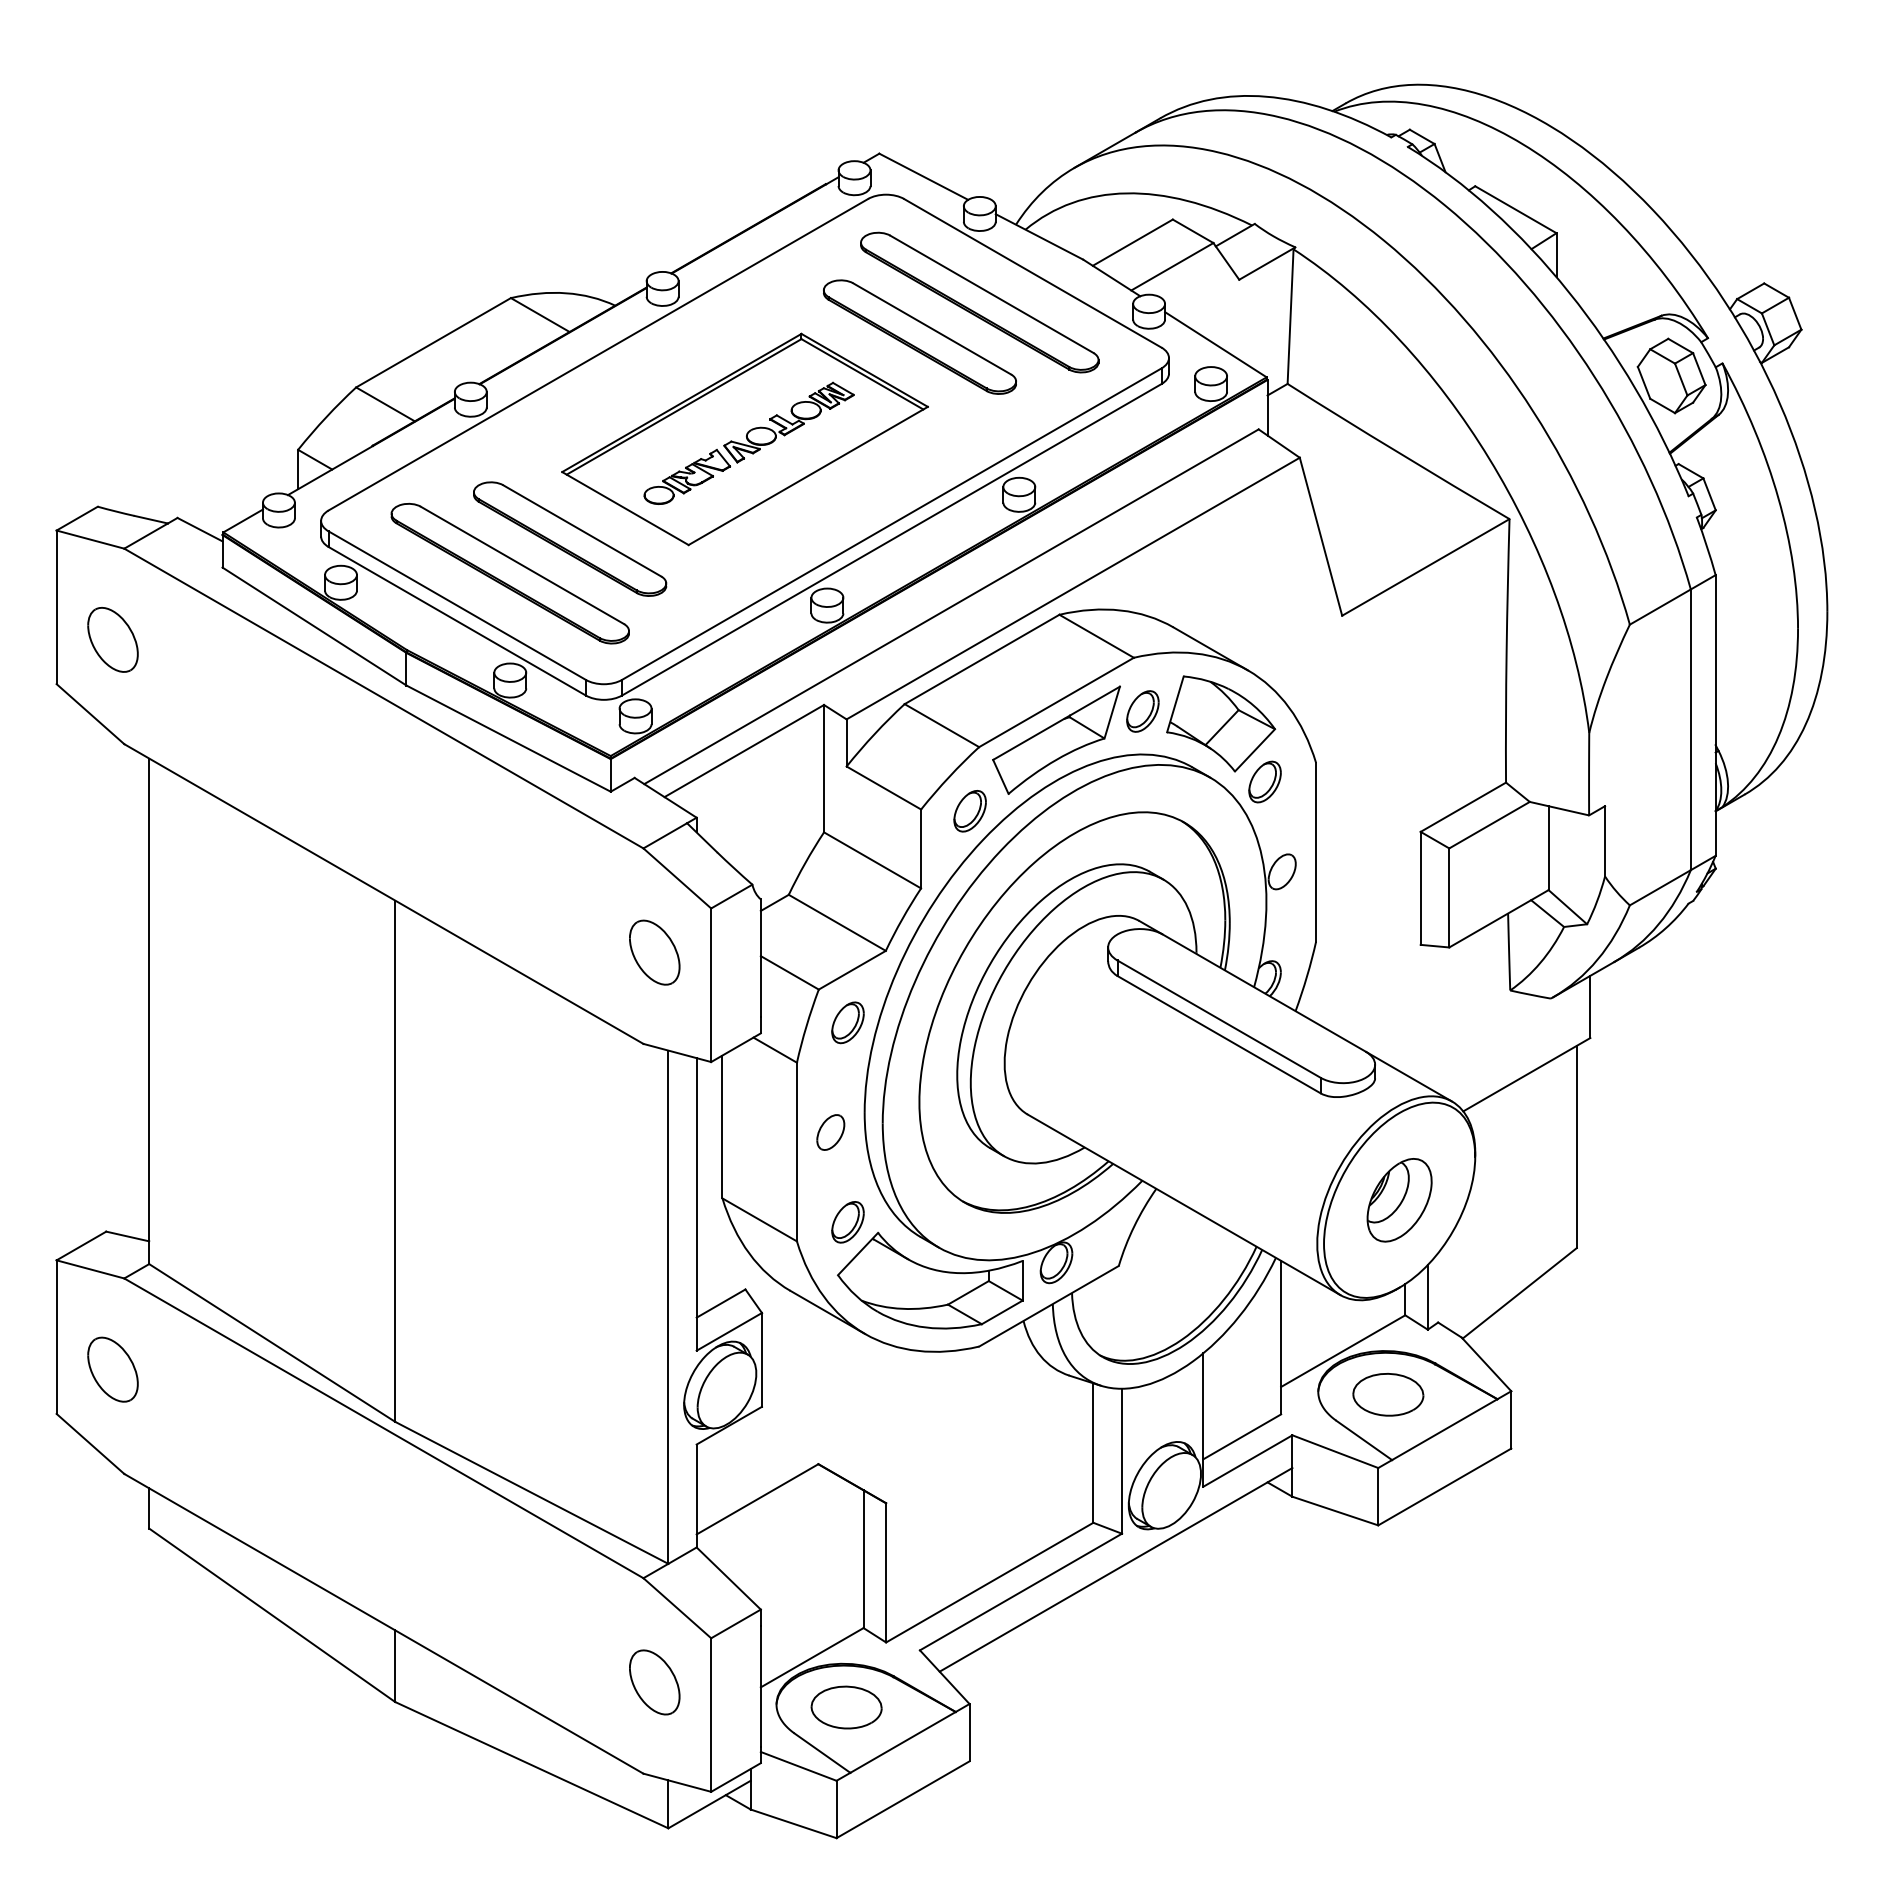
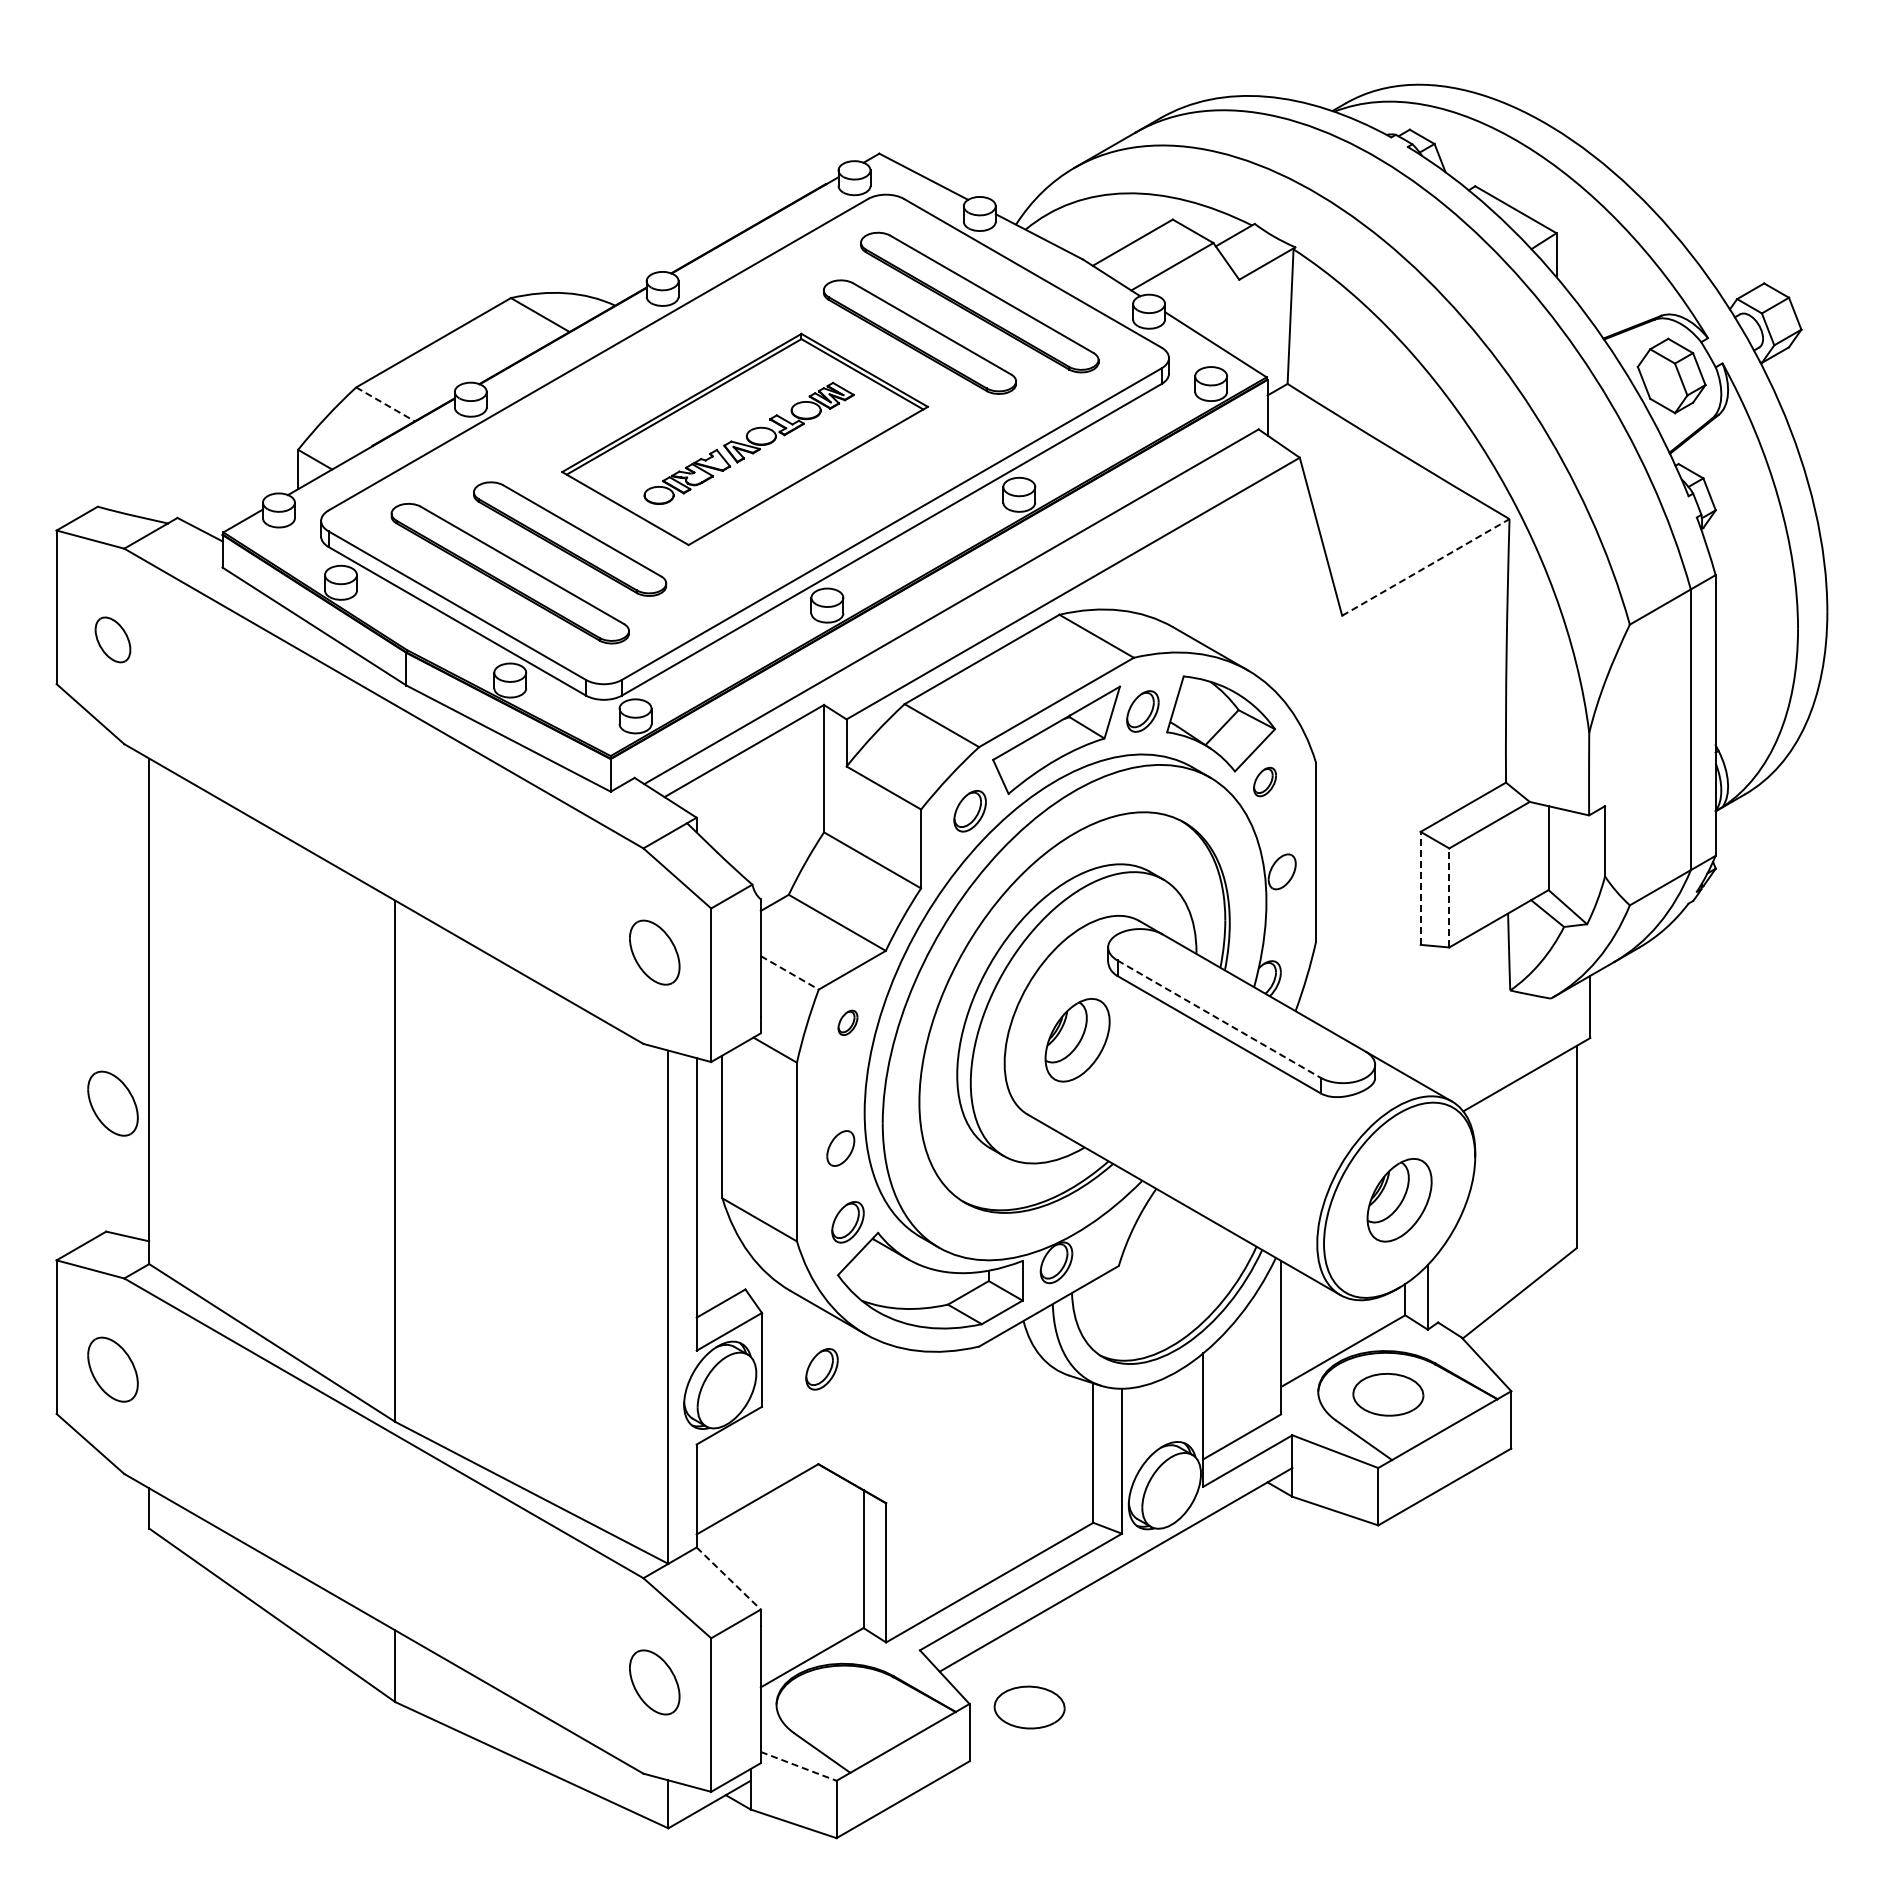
line at (385, 404): solid -> dashed
line at (1425, 567): solid -> dashed
part at (112, 639) size: 52x66 px -> 38x48 px
part at (1264, 781) size: 34x44 px -> 24x32 px
line at (1420, 888): solid -> dashed
line at (1449, 897): solid -> dashed
line at (790, 973): solid -> dashed
line at (1219, 1019): solid -> dashed
part at (847, 1022) size: 34x44 px -> 22x27 px
part at (1077, 1040): none -> present
part at (112, 1103): none -> present
part at (830, 1132) position: (830, 1132) -> (840, 1148)
part at (821, 1369): none -> present
line at (728, 1578): solid -> dashed
part at (846, 1707) position: (846, 1707) -> (1029, 1707)
line at (798, 1766): solid -> dashed
